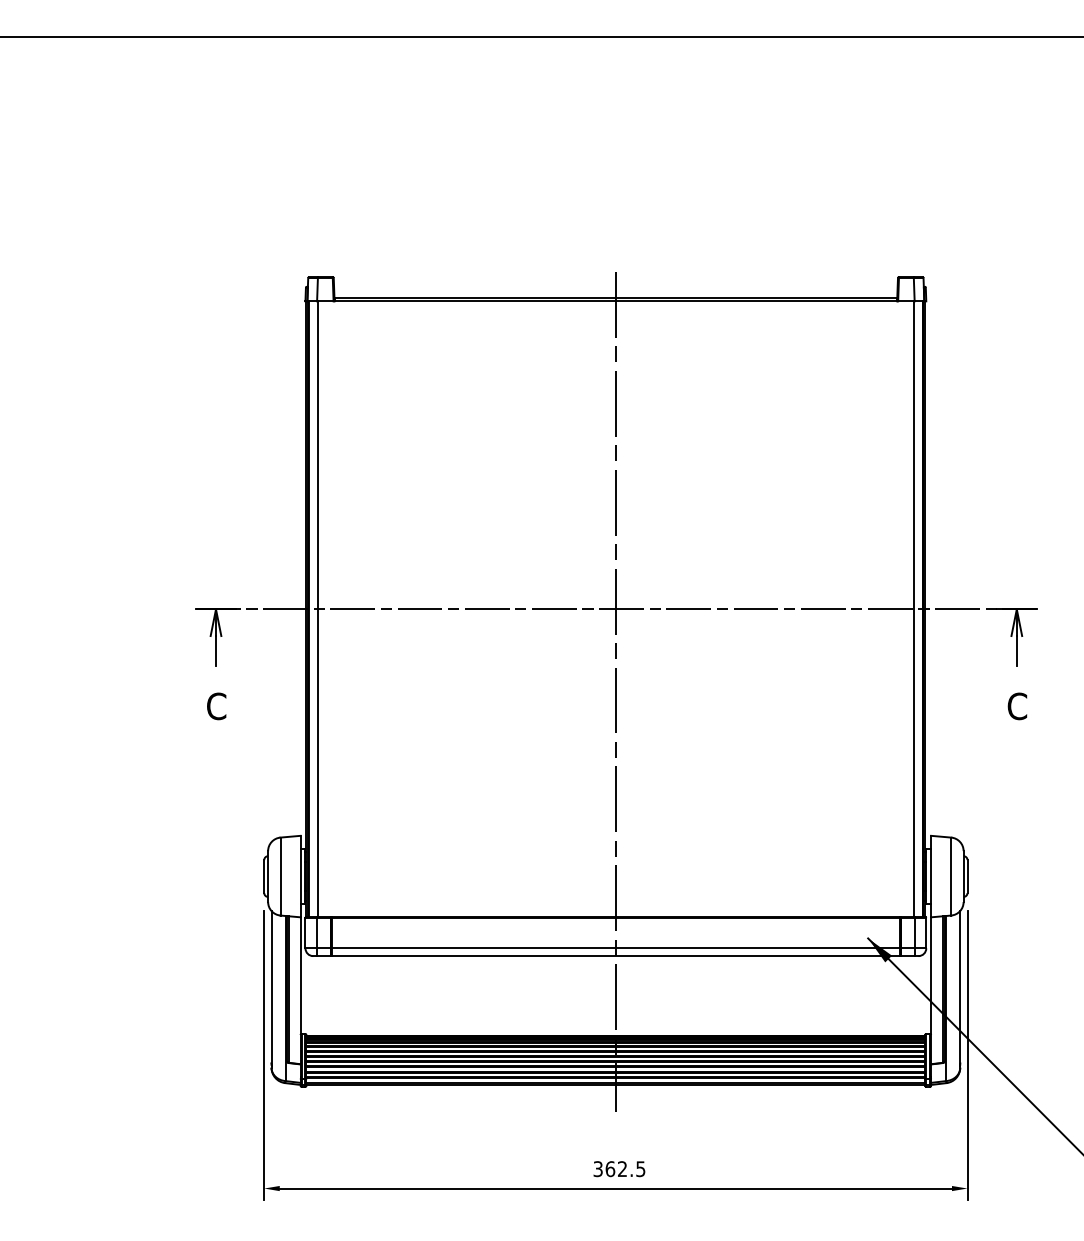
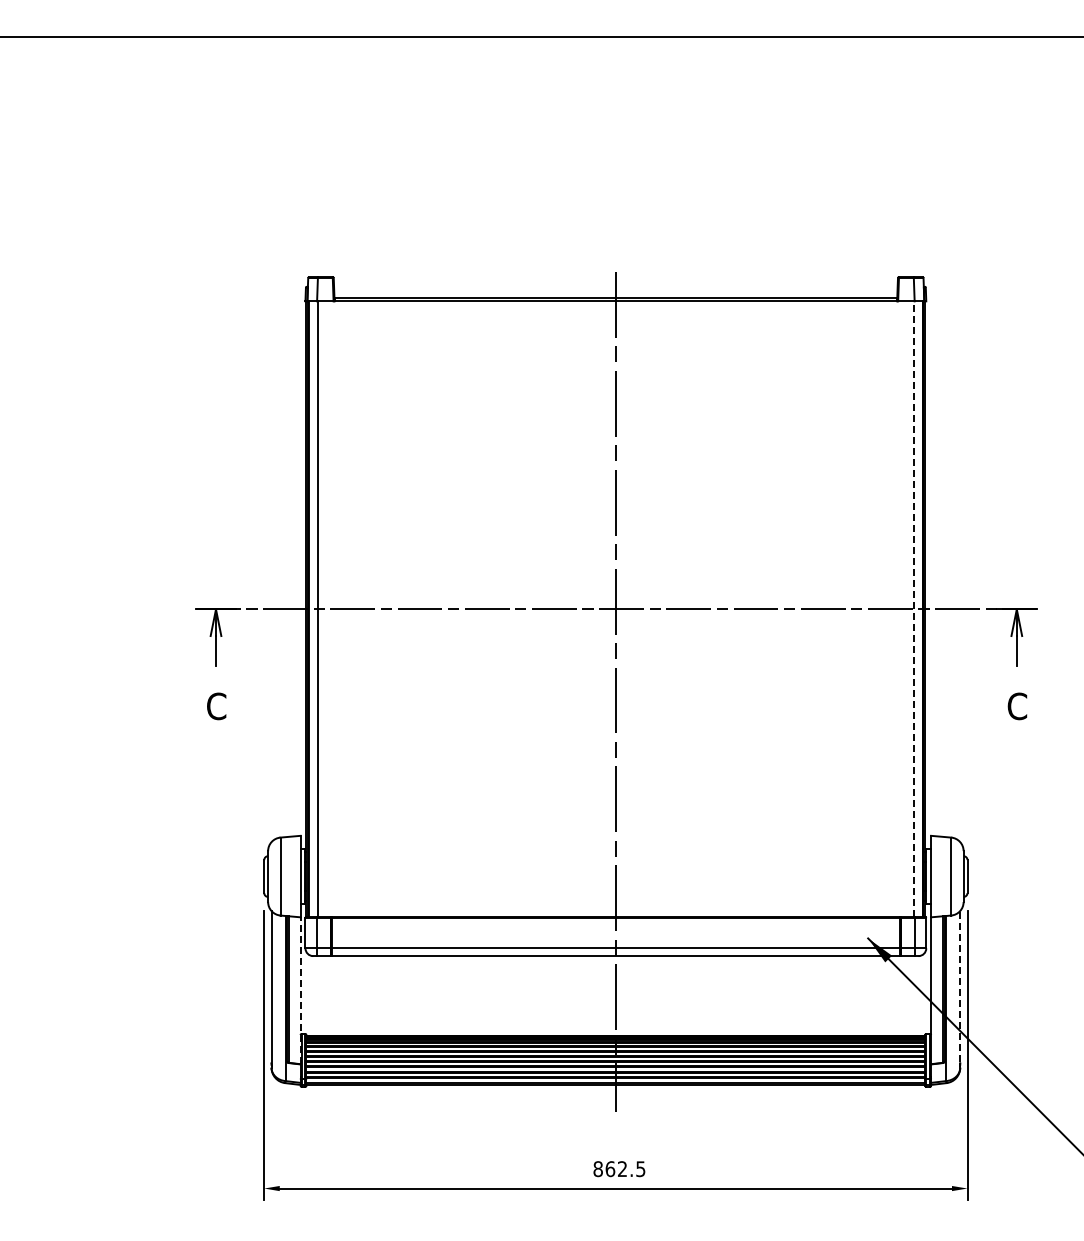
line at (914, 609): solid -> dashed
line at (960, 986): solid -> dashed
line at (300, 990): solid -> dashed
text at (597, 1169): 362.5 -> 862.5
